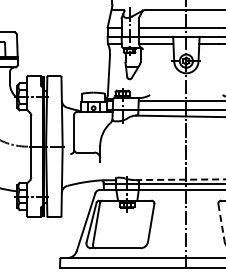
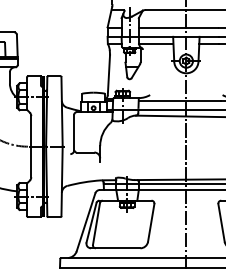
line at (180, 179): dashed -> solid
line at (221, 223): dashed -> solid
